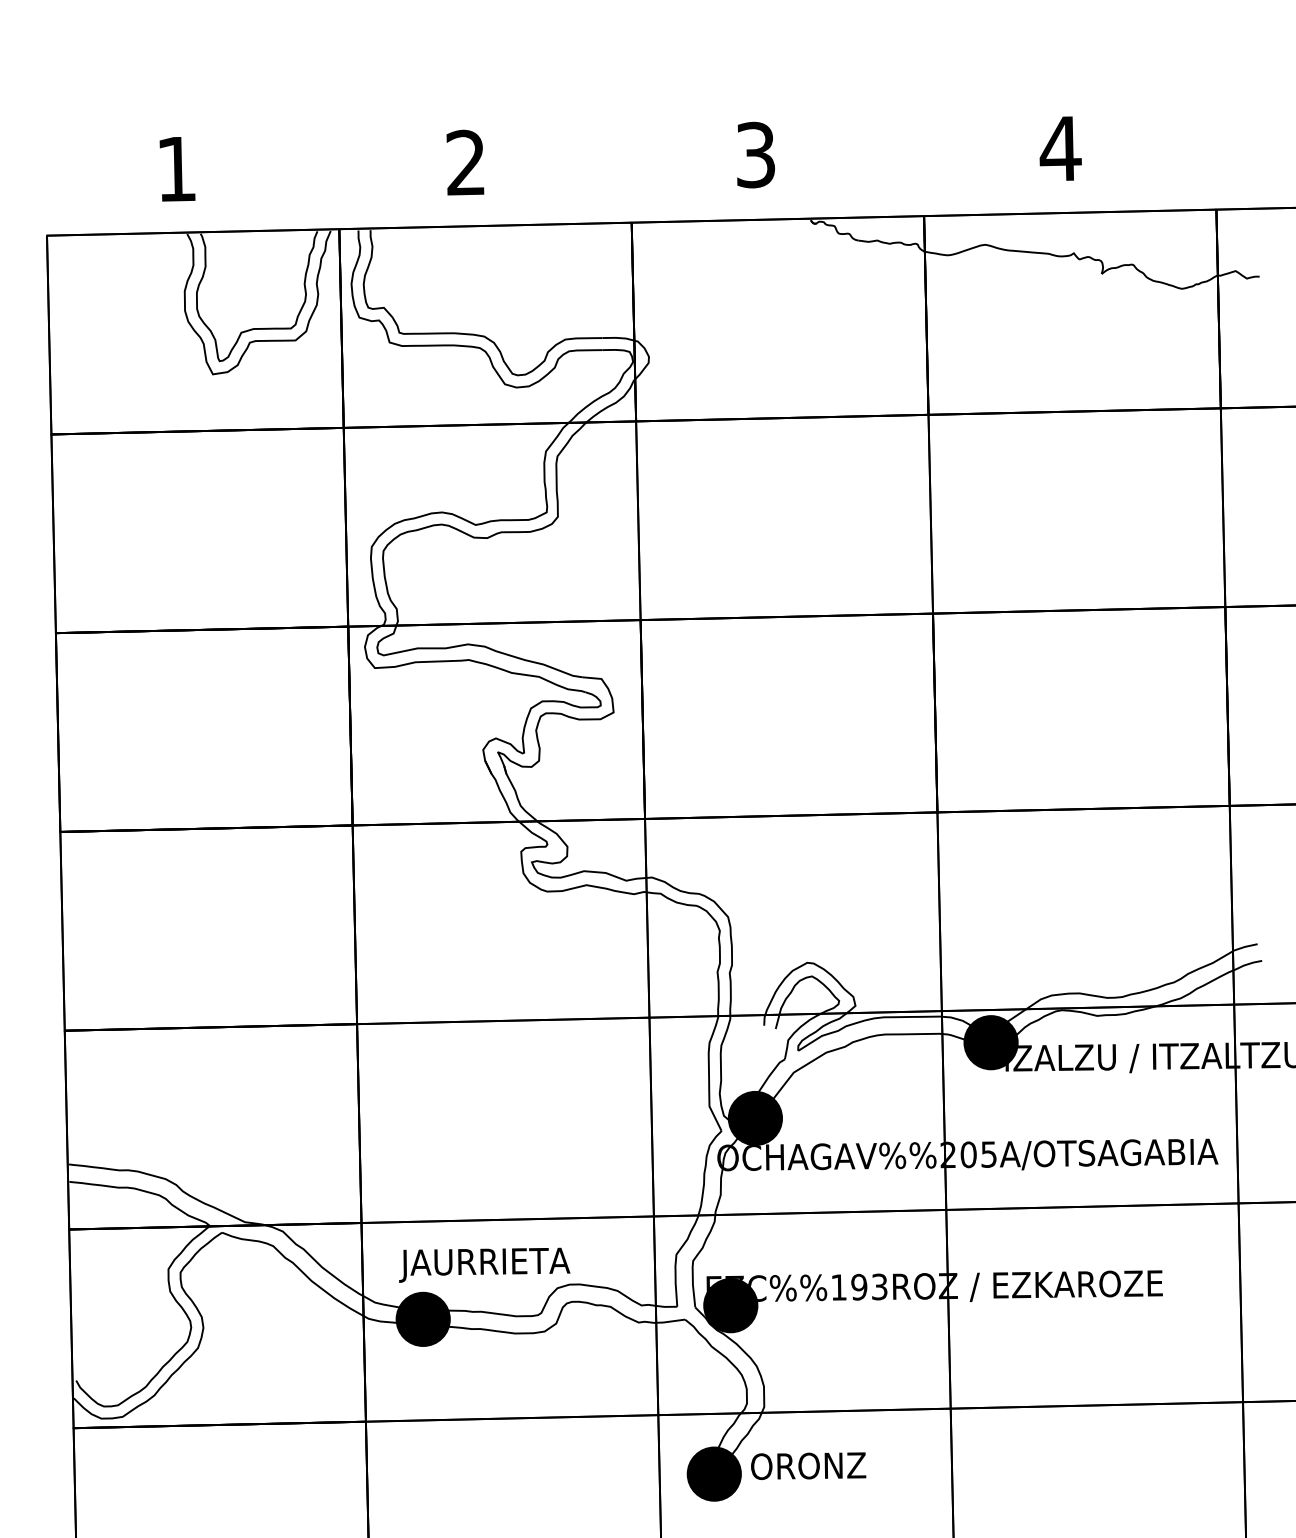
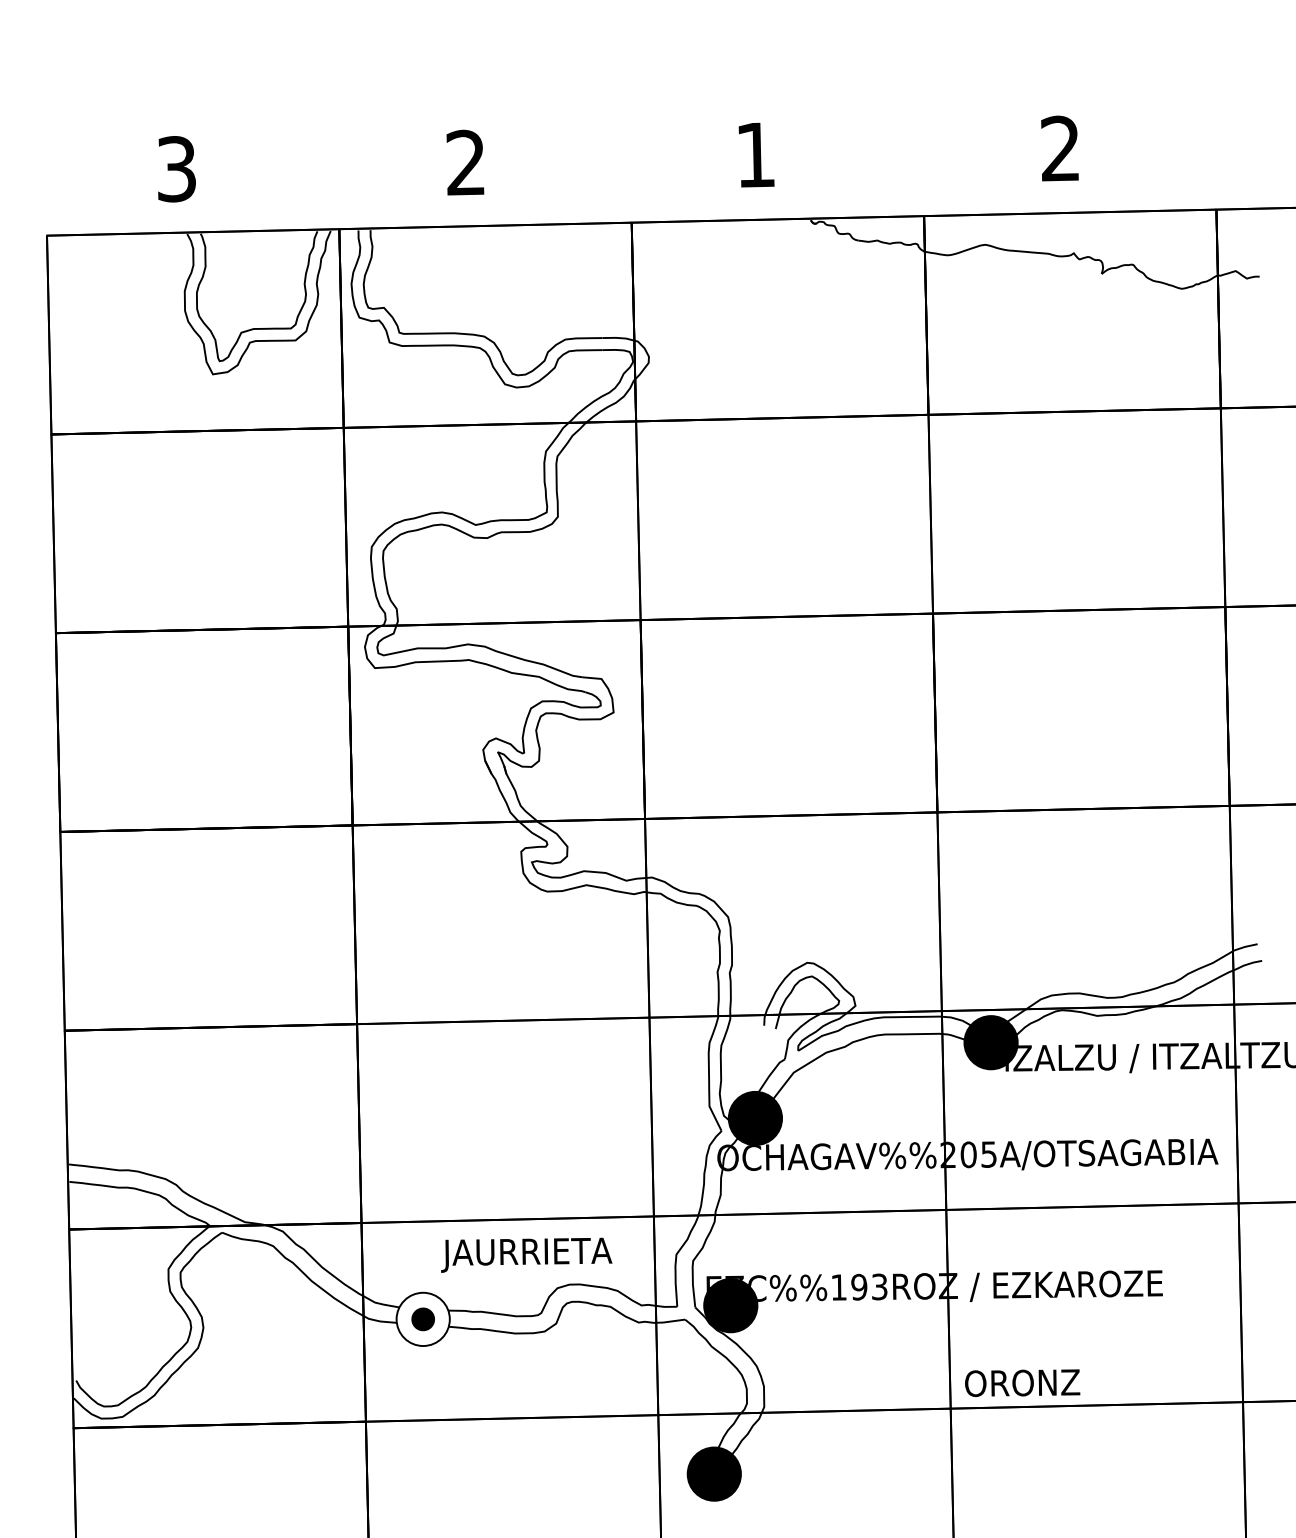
text at (1060, 148): 4 -> 2
text at (756, 154): 3 -> 1
text at (176, 169): 1 -> 3
text at (484, 1264) position: (484, 1264) -> (526, 1254)
fill at (422, 1319): present -> none
fill at (423, 1319): present -> none
text at (808, 1465) position: (808, 1465) -> (1022, 1382)
